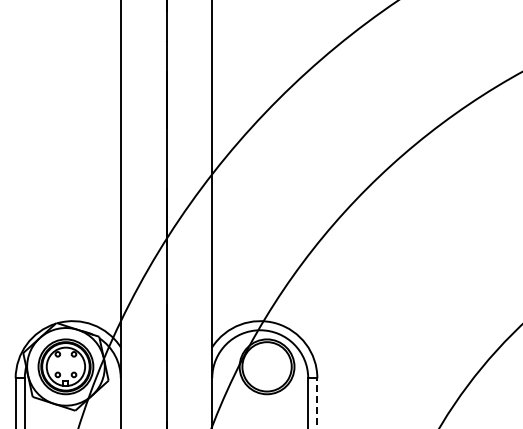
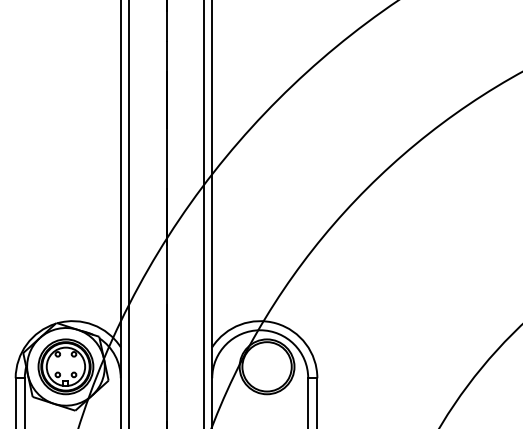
line at (129, 213): none -> present
line at (203, 213): none -> present
line at (317, 403): dashed -> solid
